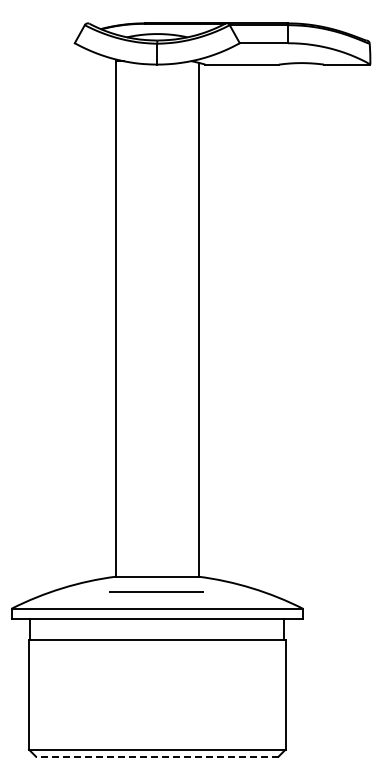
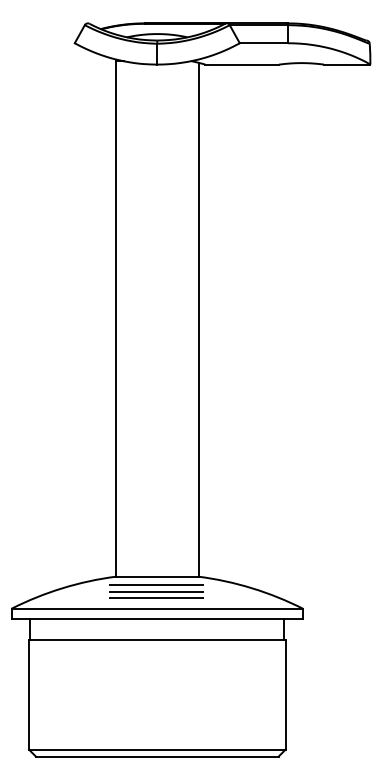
line at (156, 584): none -> present
line at (156, 598): none -> present
line at (156, 756): dashed -> solid
